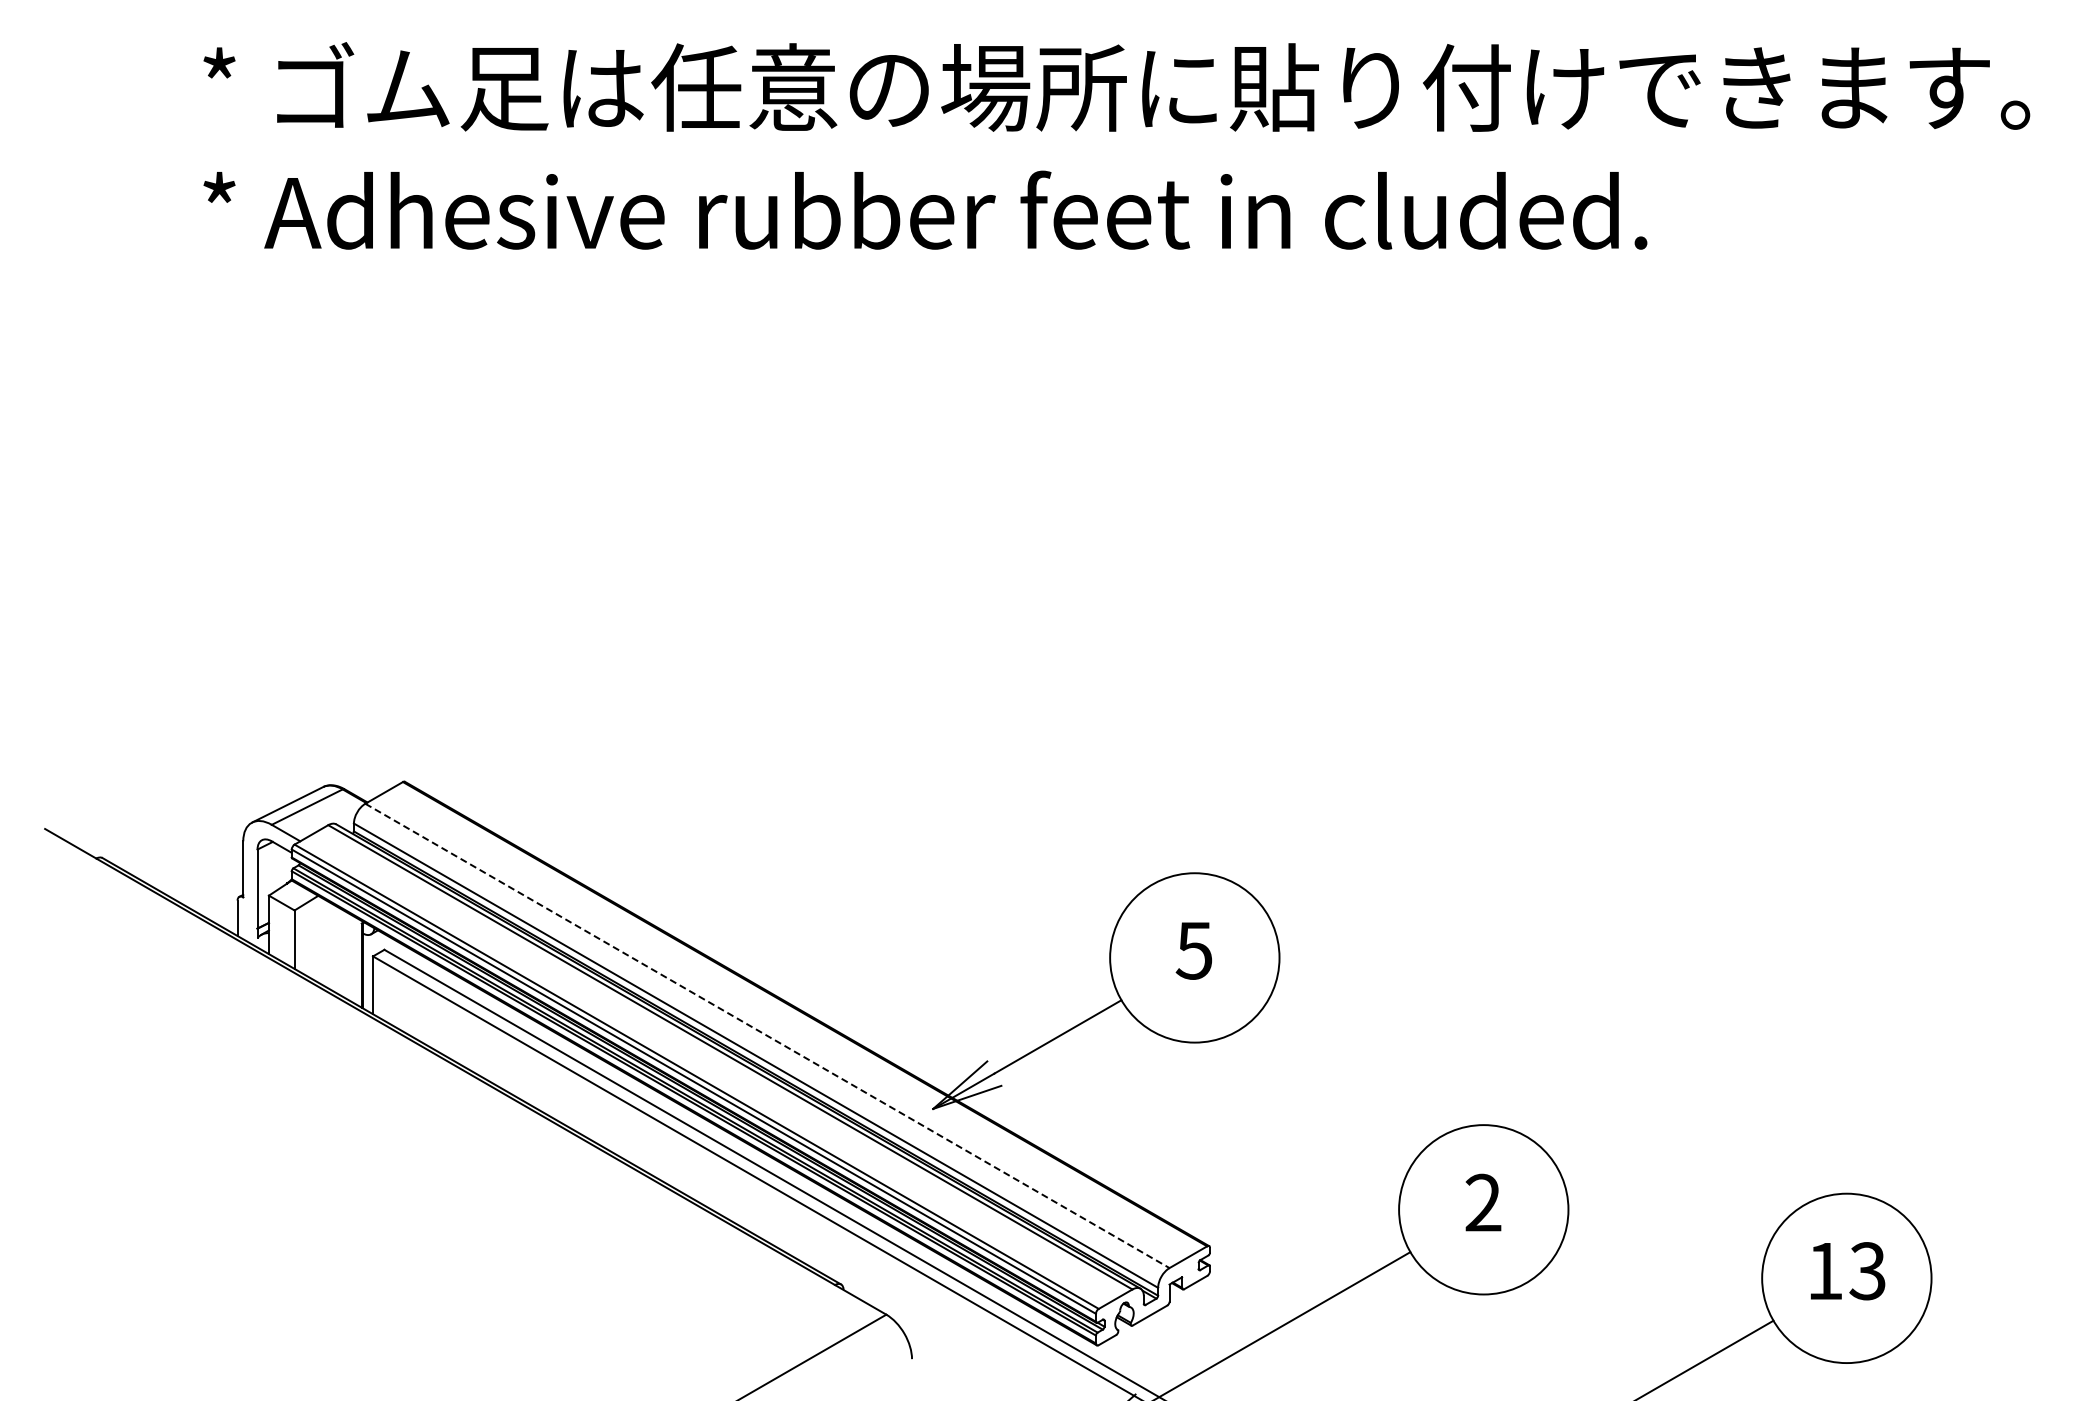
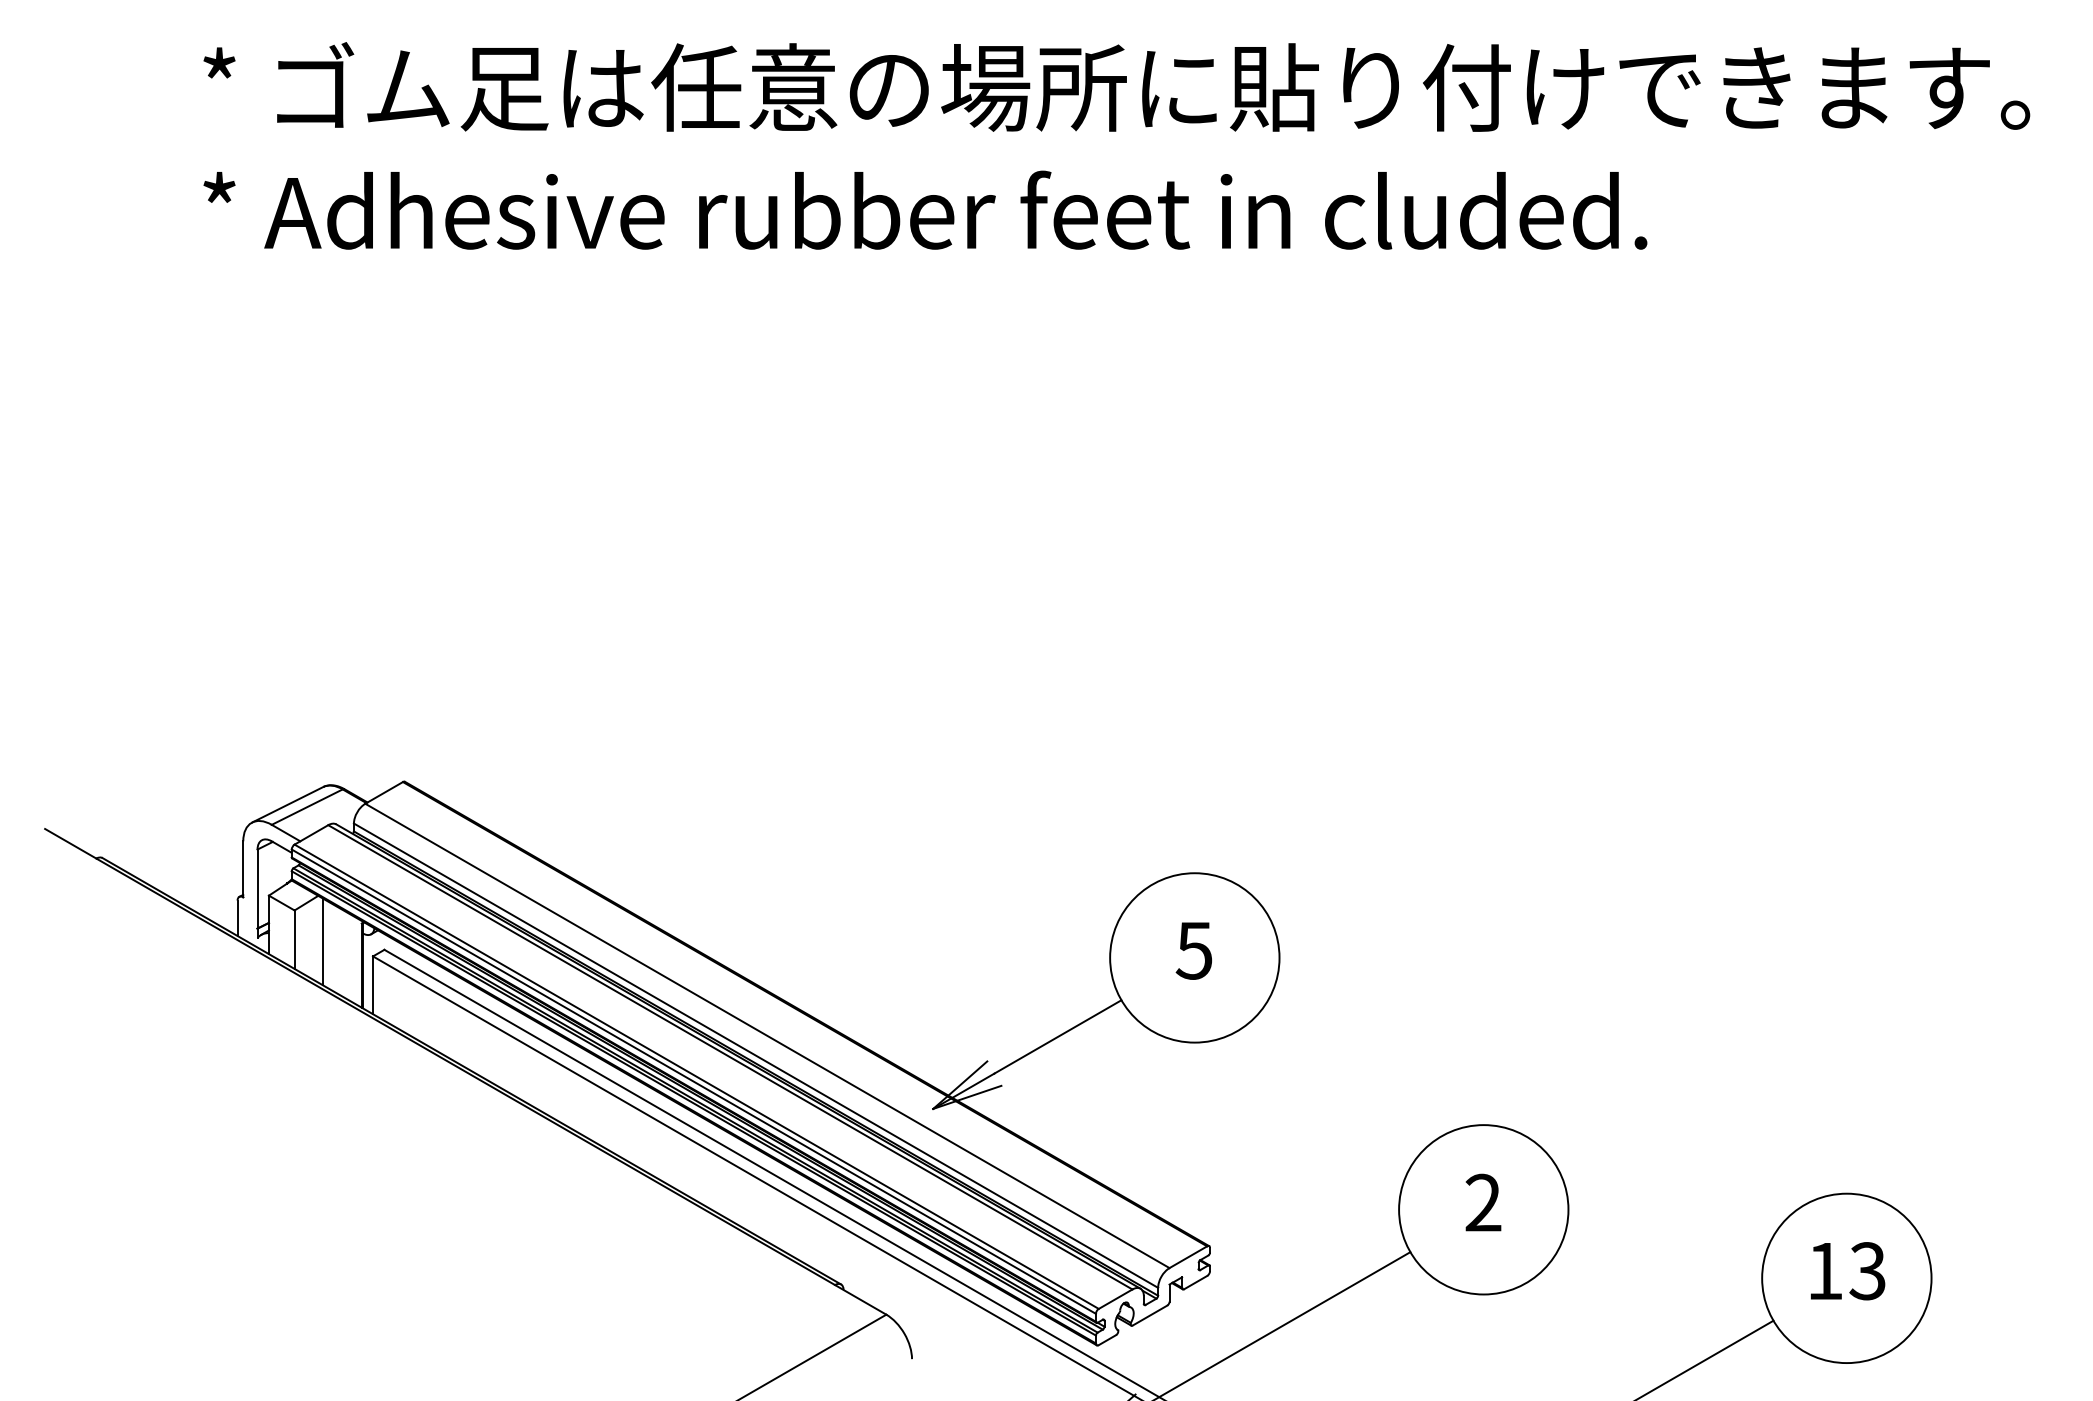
line at (323, 941): none -> present
line at (767, 1036): dashed -> solid
